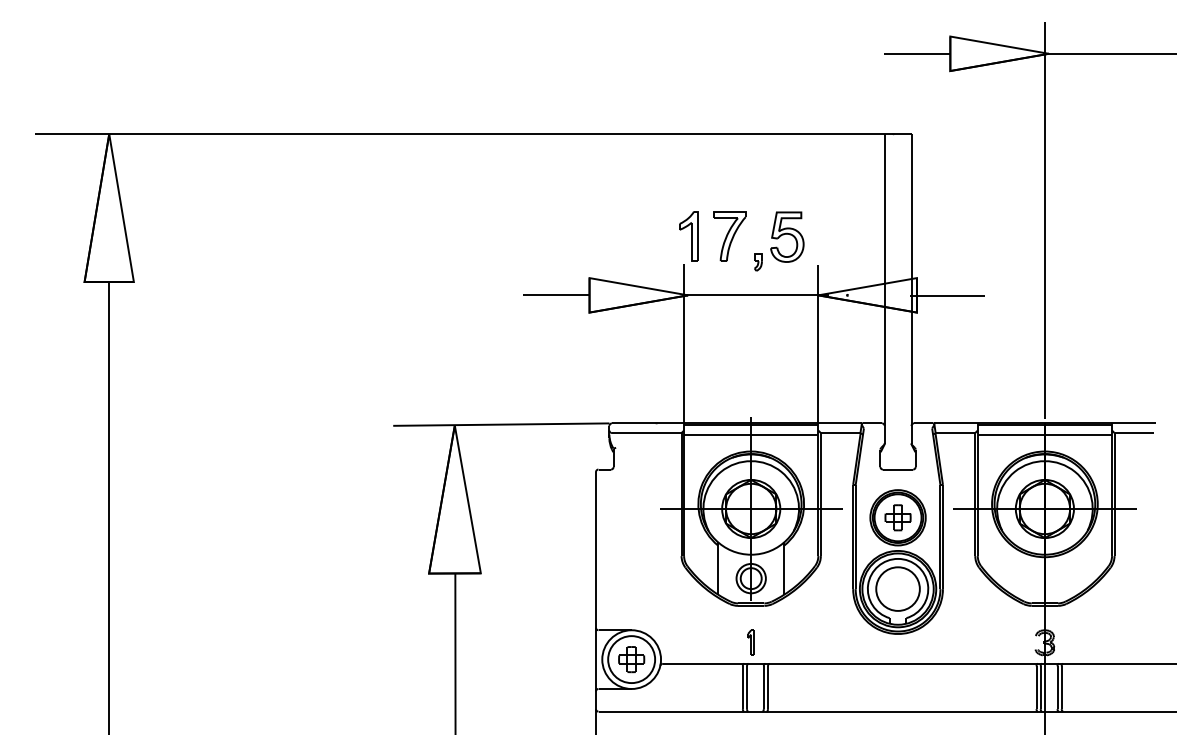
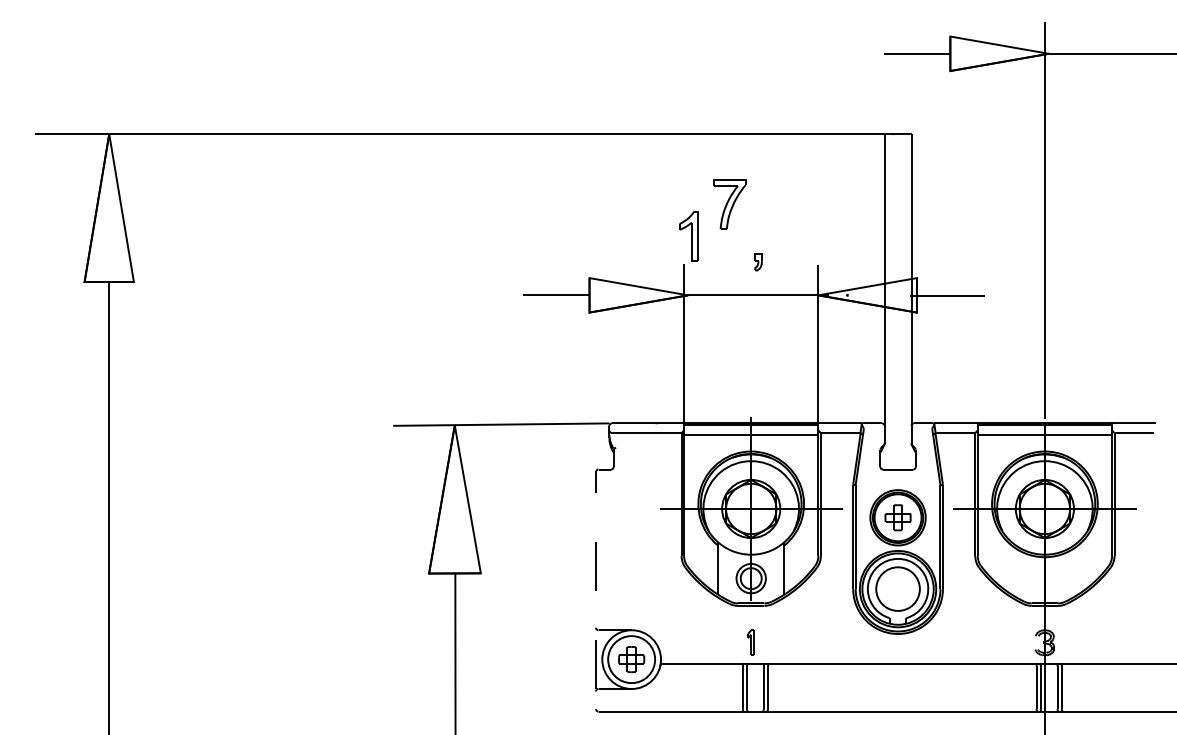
part at (729, 236) position: (729, 236) -> (729, 204)
part at (787, 236): present -> none
line at (596, 603): solid -> dashed
